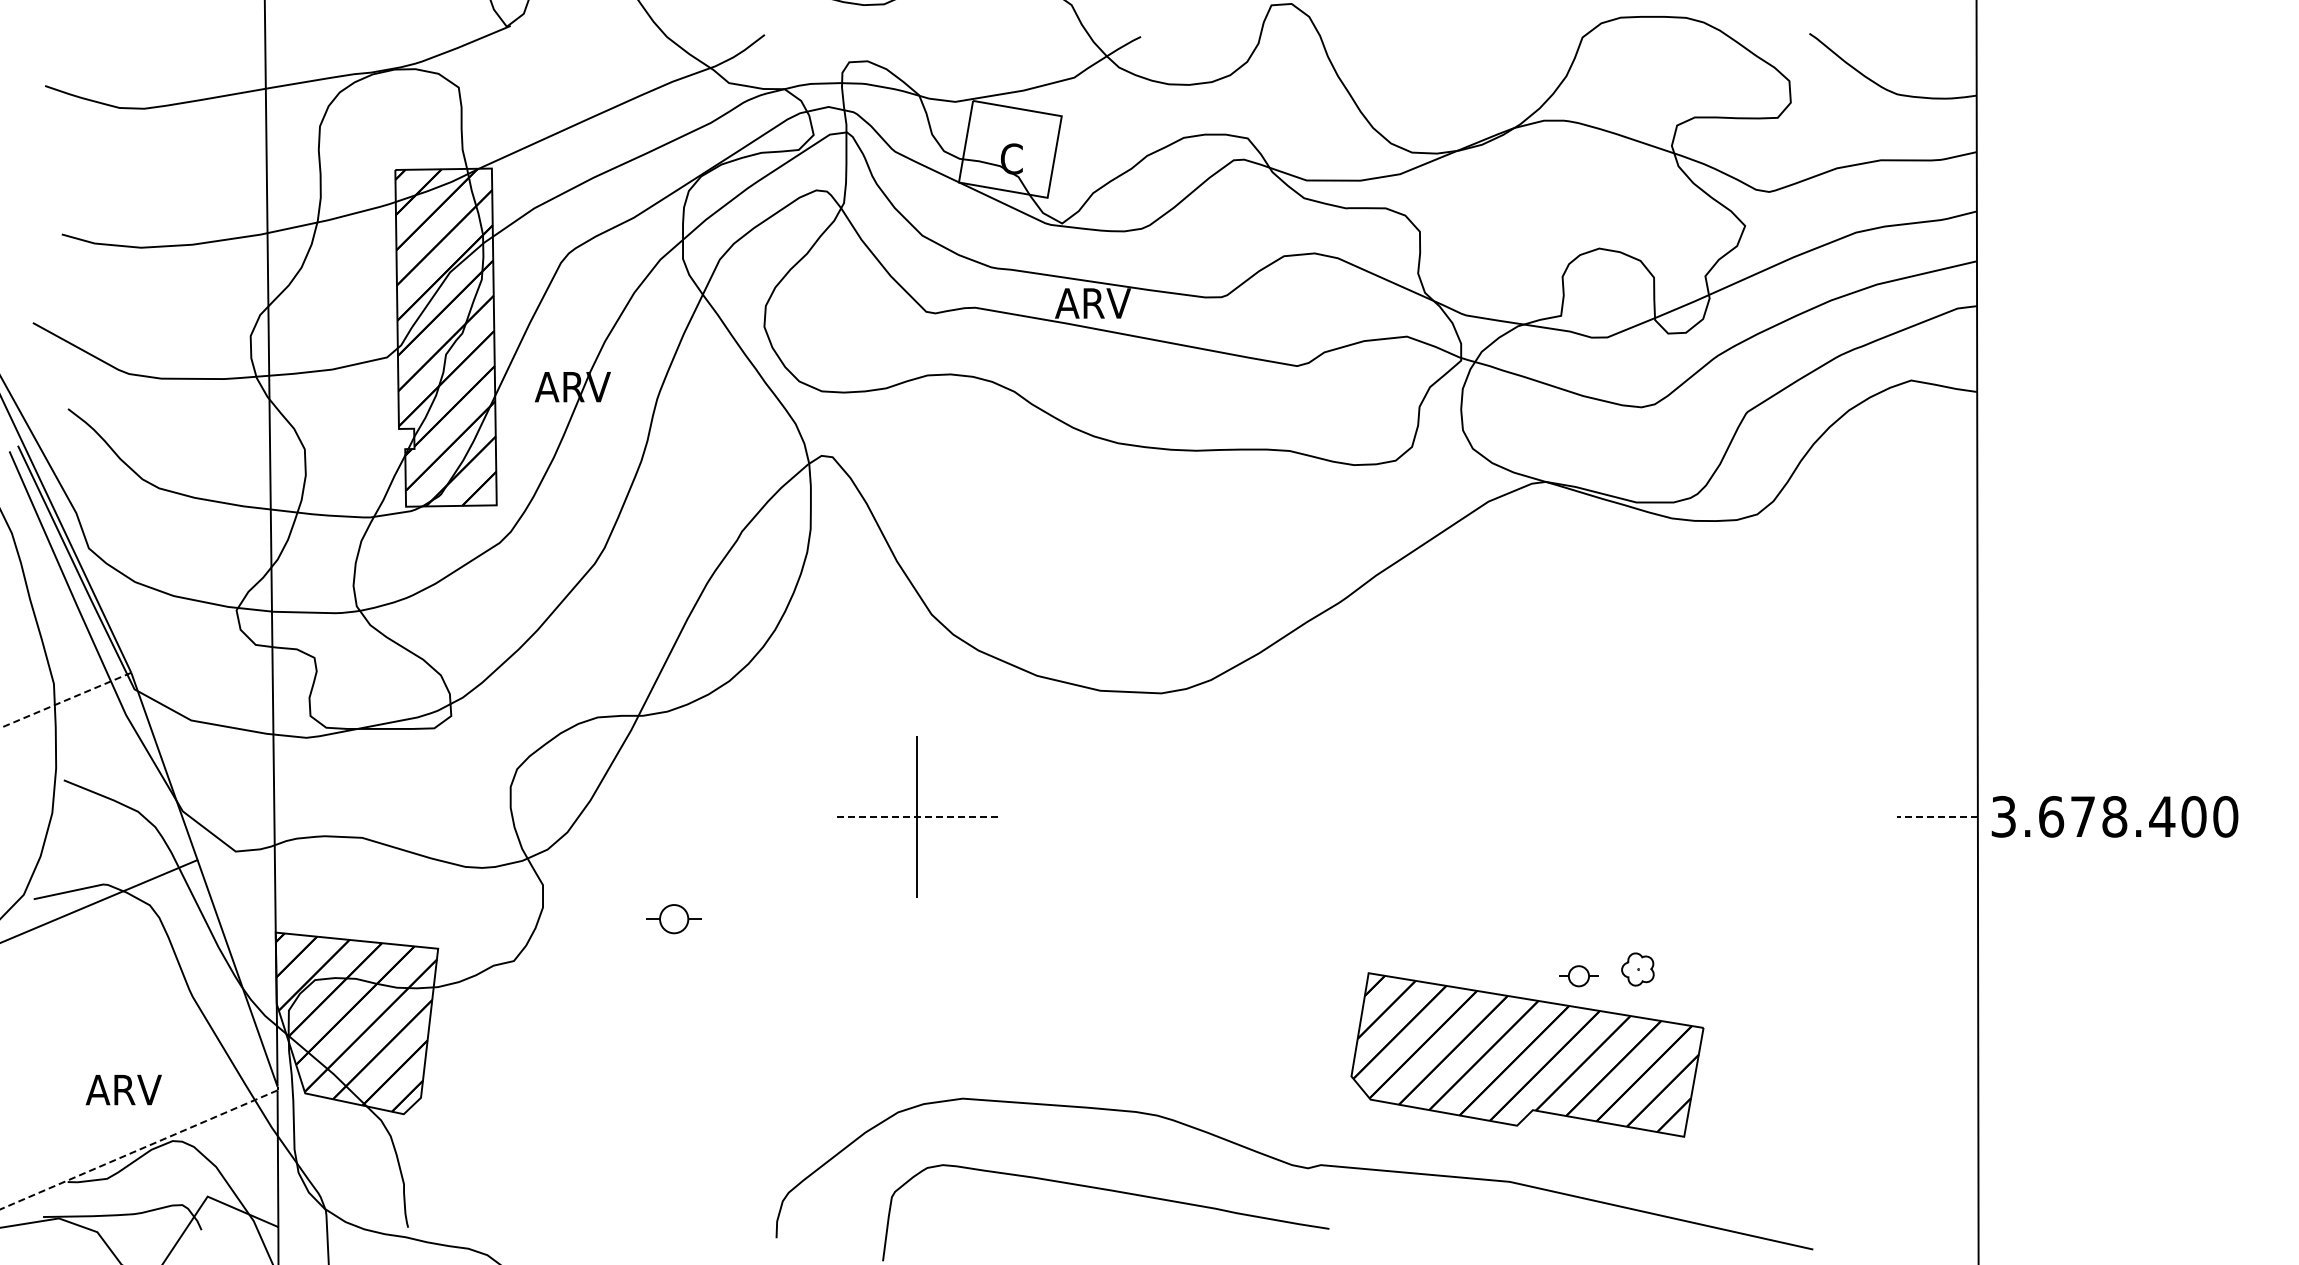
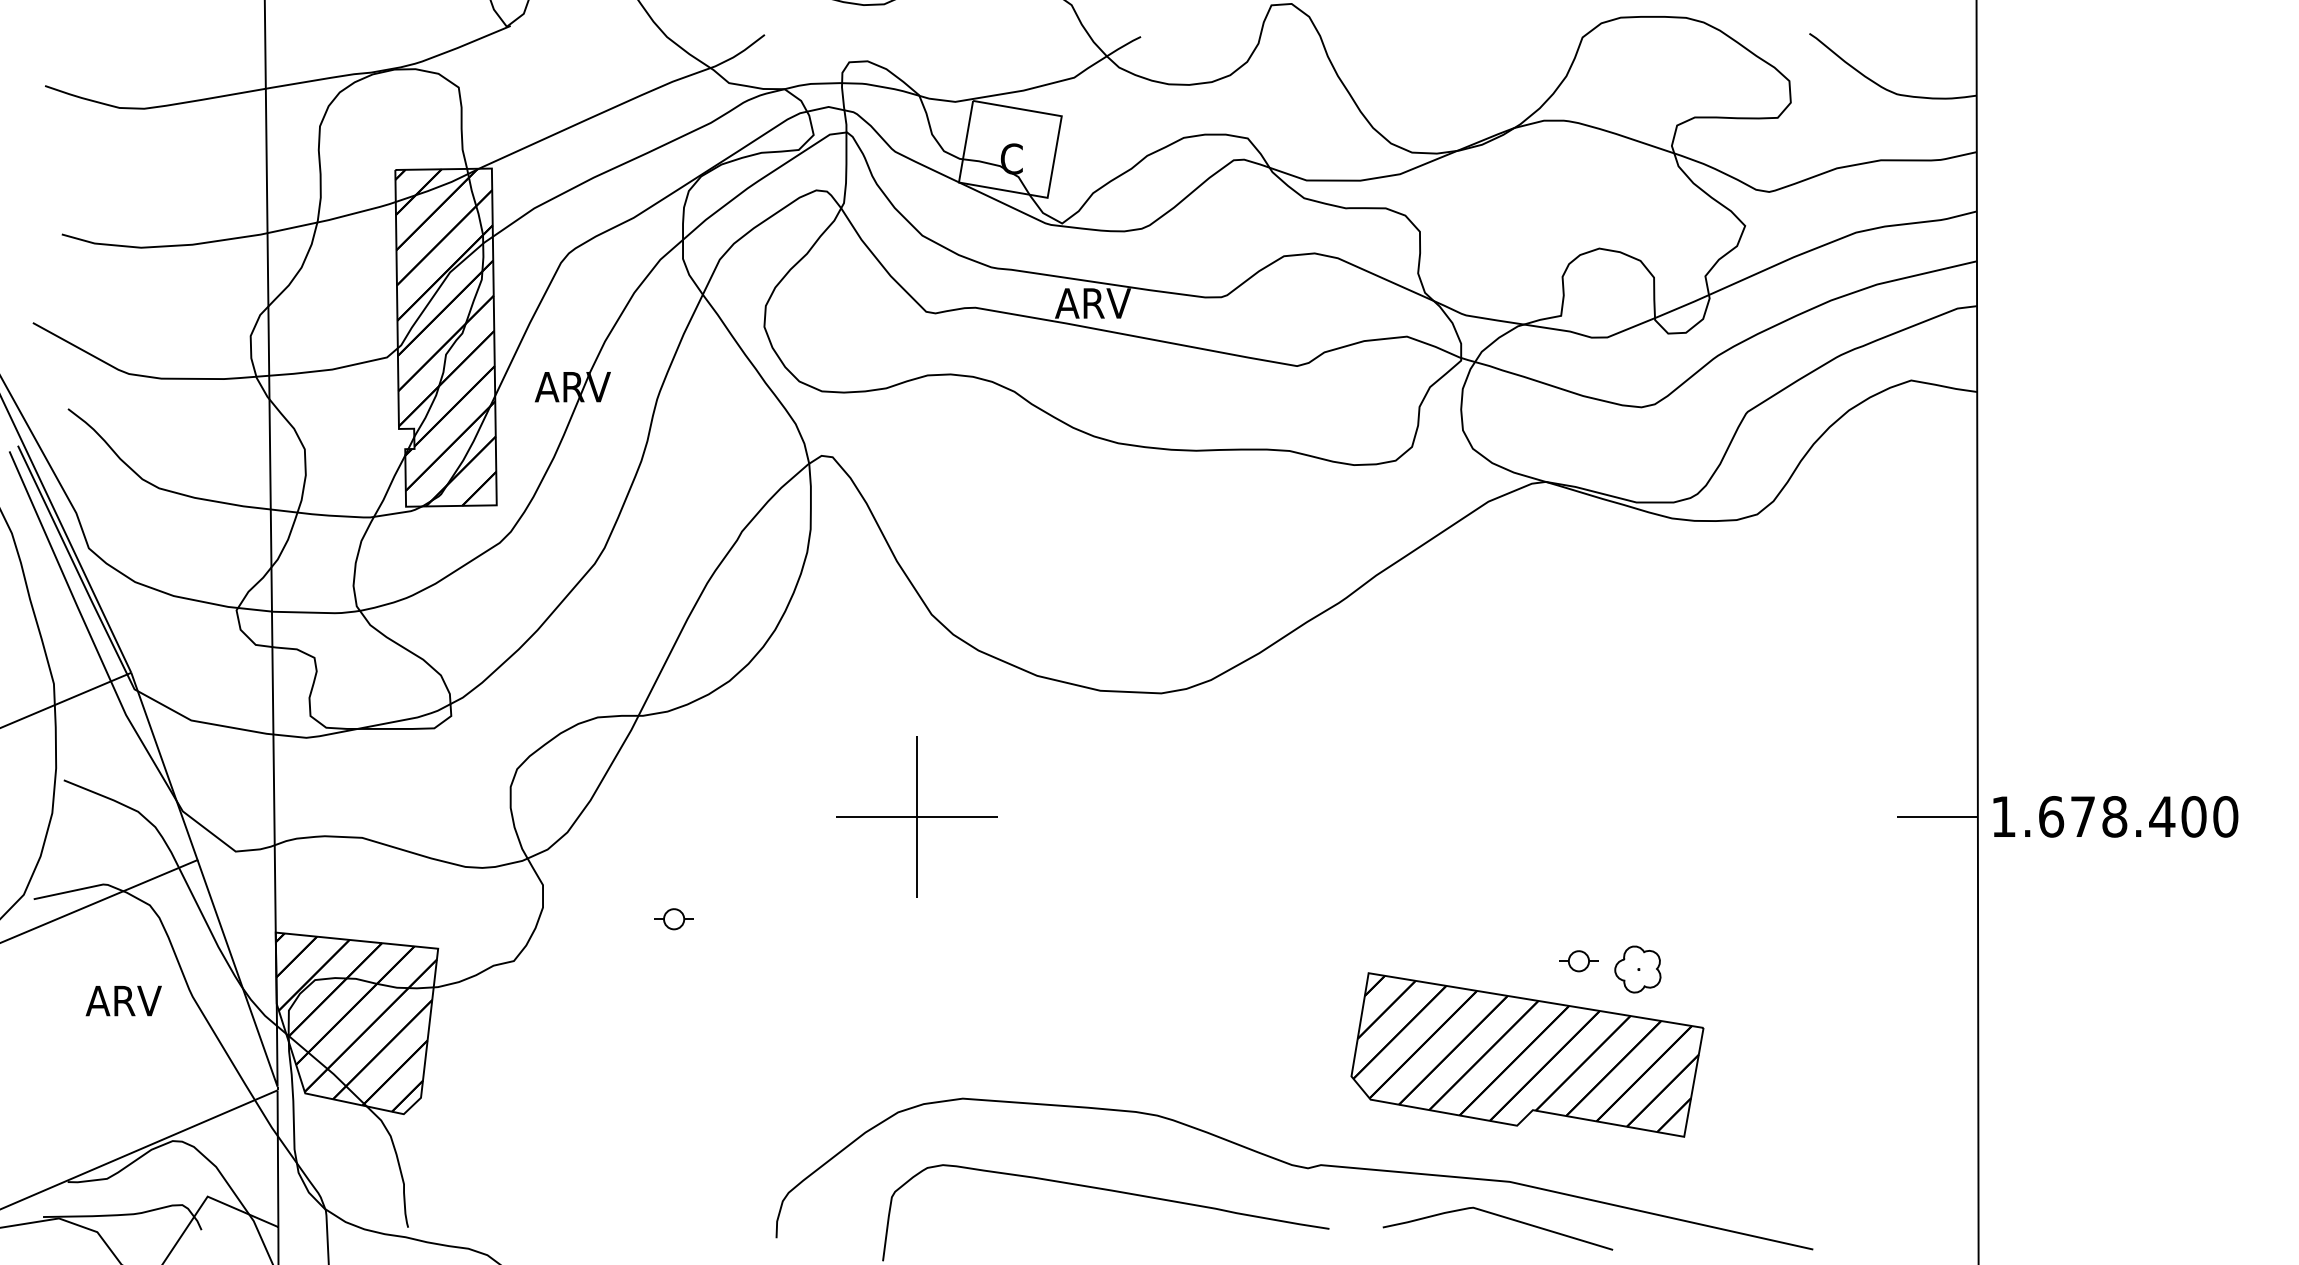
line at (65, 700): dashed -> solid
line at (916, 816): dashed -> solid
line at (1937, 816): dashed -> solid
text at (2003, 816): 3.678.400 -> 1.678.400
part at (673, 919) size: 56x31 px -> 40x23 px
part at (1637, 969) size: 34x35 px -> 48x49 px
part at (1578, 976) position: (1578, 976) -> (1578, 961)
text at (123, 1089) position: (123, 1089) -> (123, 1000)
line at (139, 1149): dashed -> solid
curve at (1501, 1217): none -> present
